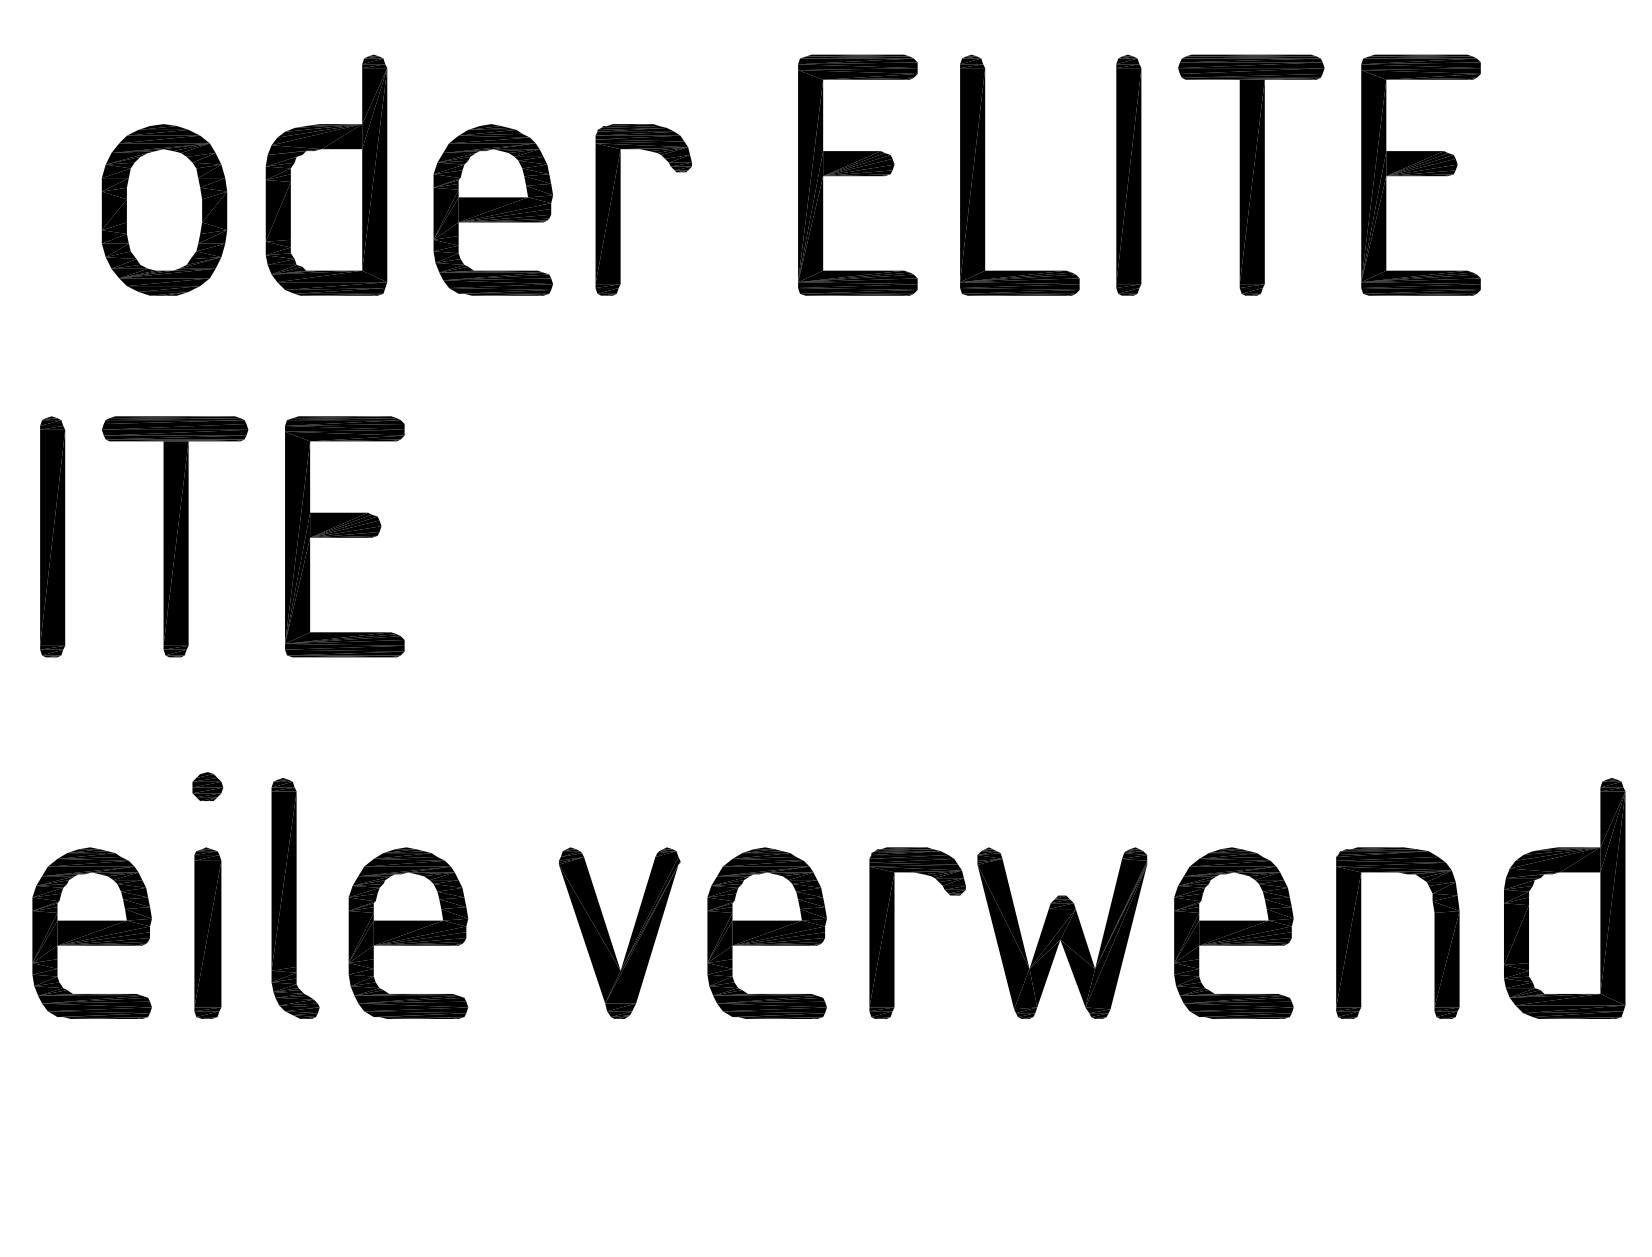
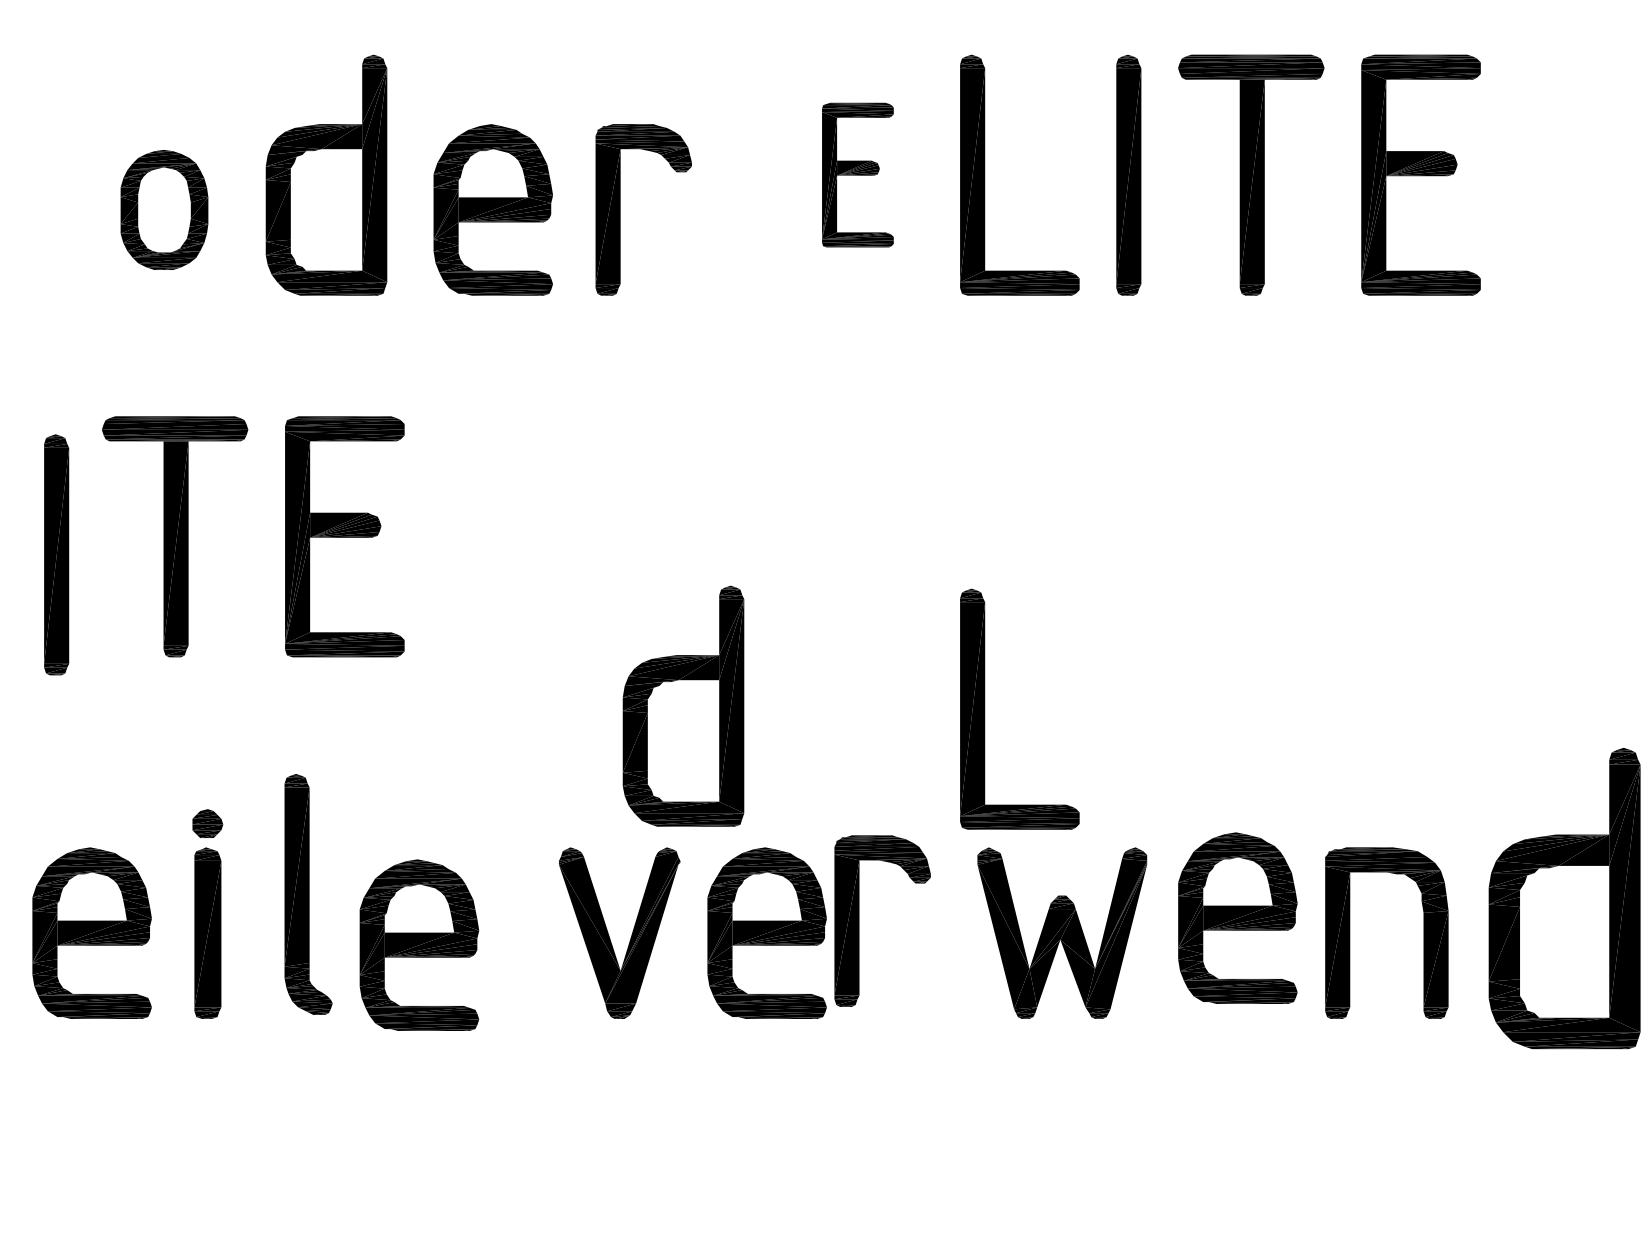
part at (857, 174) size: 120x242 px -> 72x146 px
part at (164, 209) size: 127x172 px -> 89x120 px
part at (52, 536) position: (52, 536) -> (56, 554)
part at (683, 705): none -> present
part at (985, 708): none -> present
part at (207, 786) position: (207, 786) -> (207, 823)
part at (295, 898) position: (295, 898) -> (308, 894)
part at (1564, 898) size: 122x241 px -> 153x303 px
part at (408, 932) position: (408, 932) -> (419, 944)
part at (894, 932) position: (894, 932) -> (859, 920)
part at (1233, 932) position: (1233, 932) -> (1237, 917)
part at (1361, 932) position: (1361, 932) -> (1350, 932)
